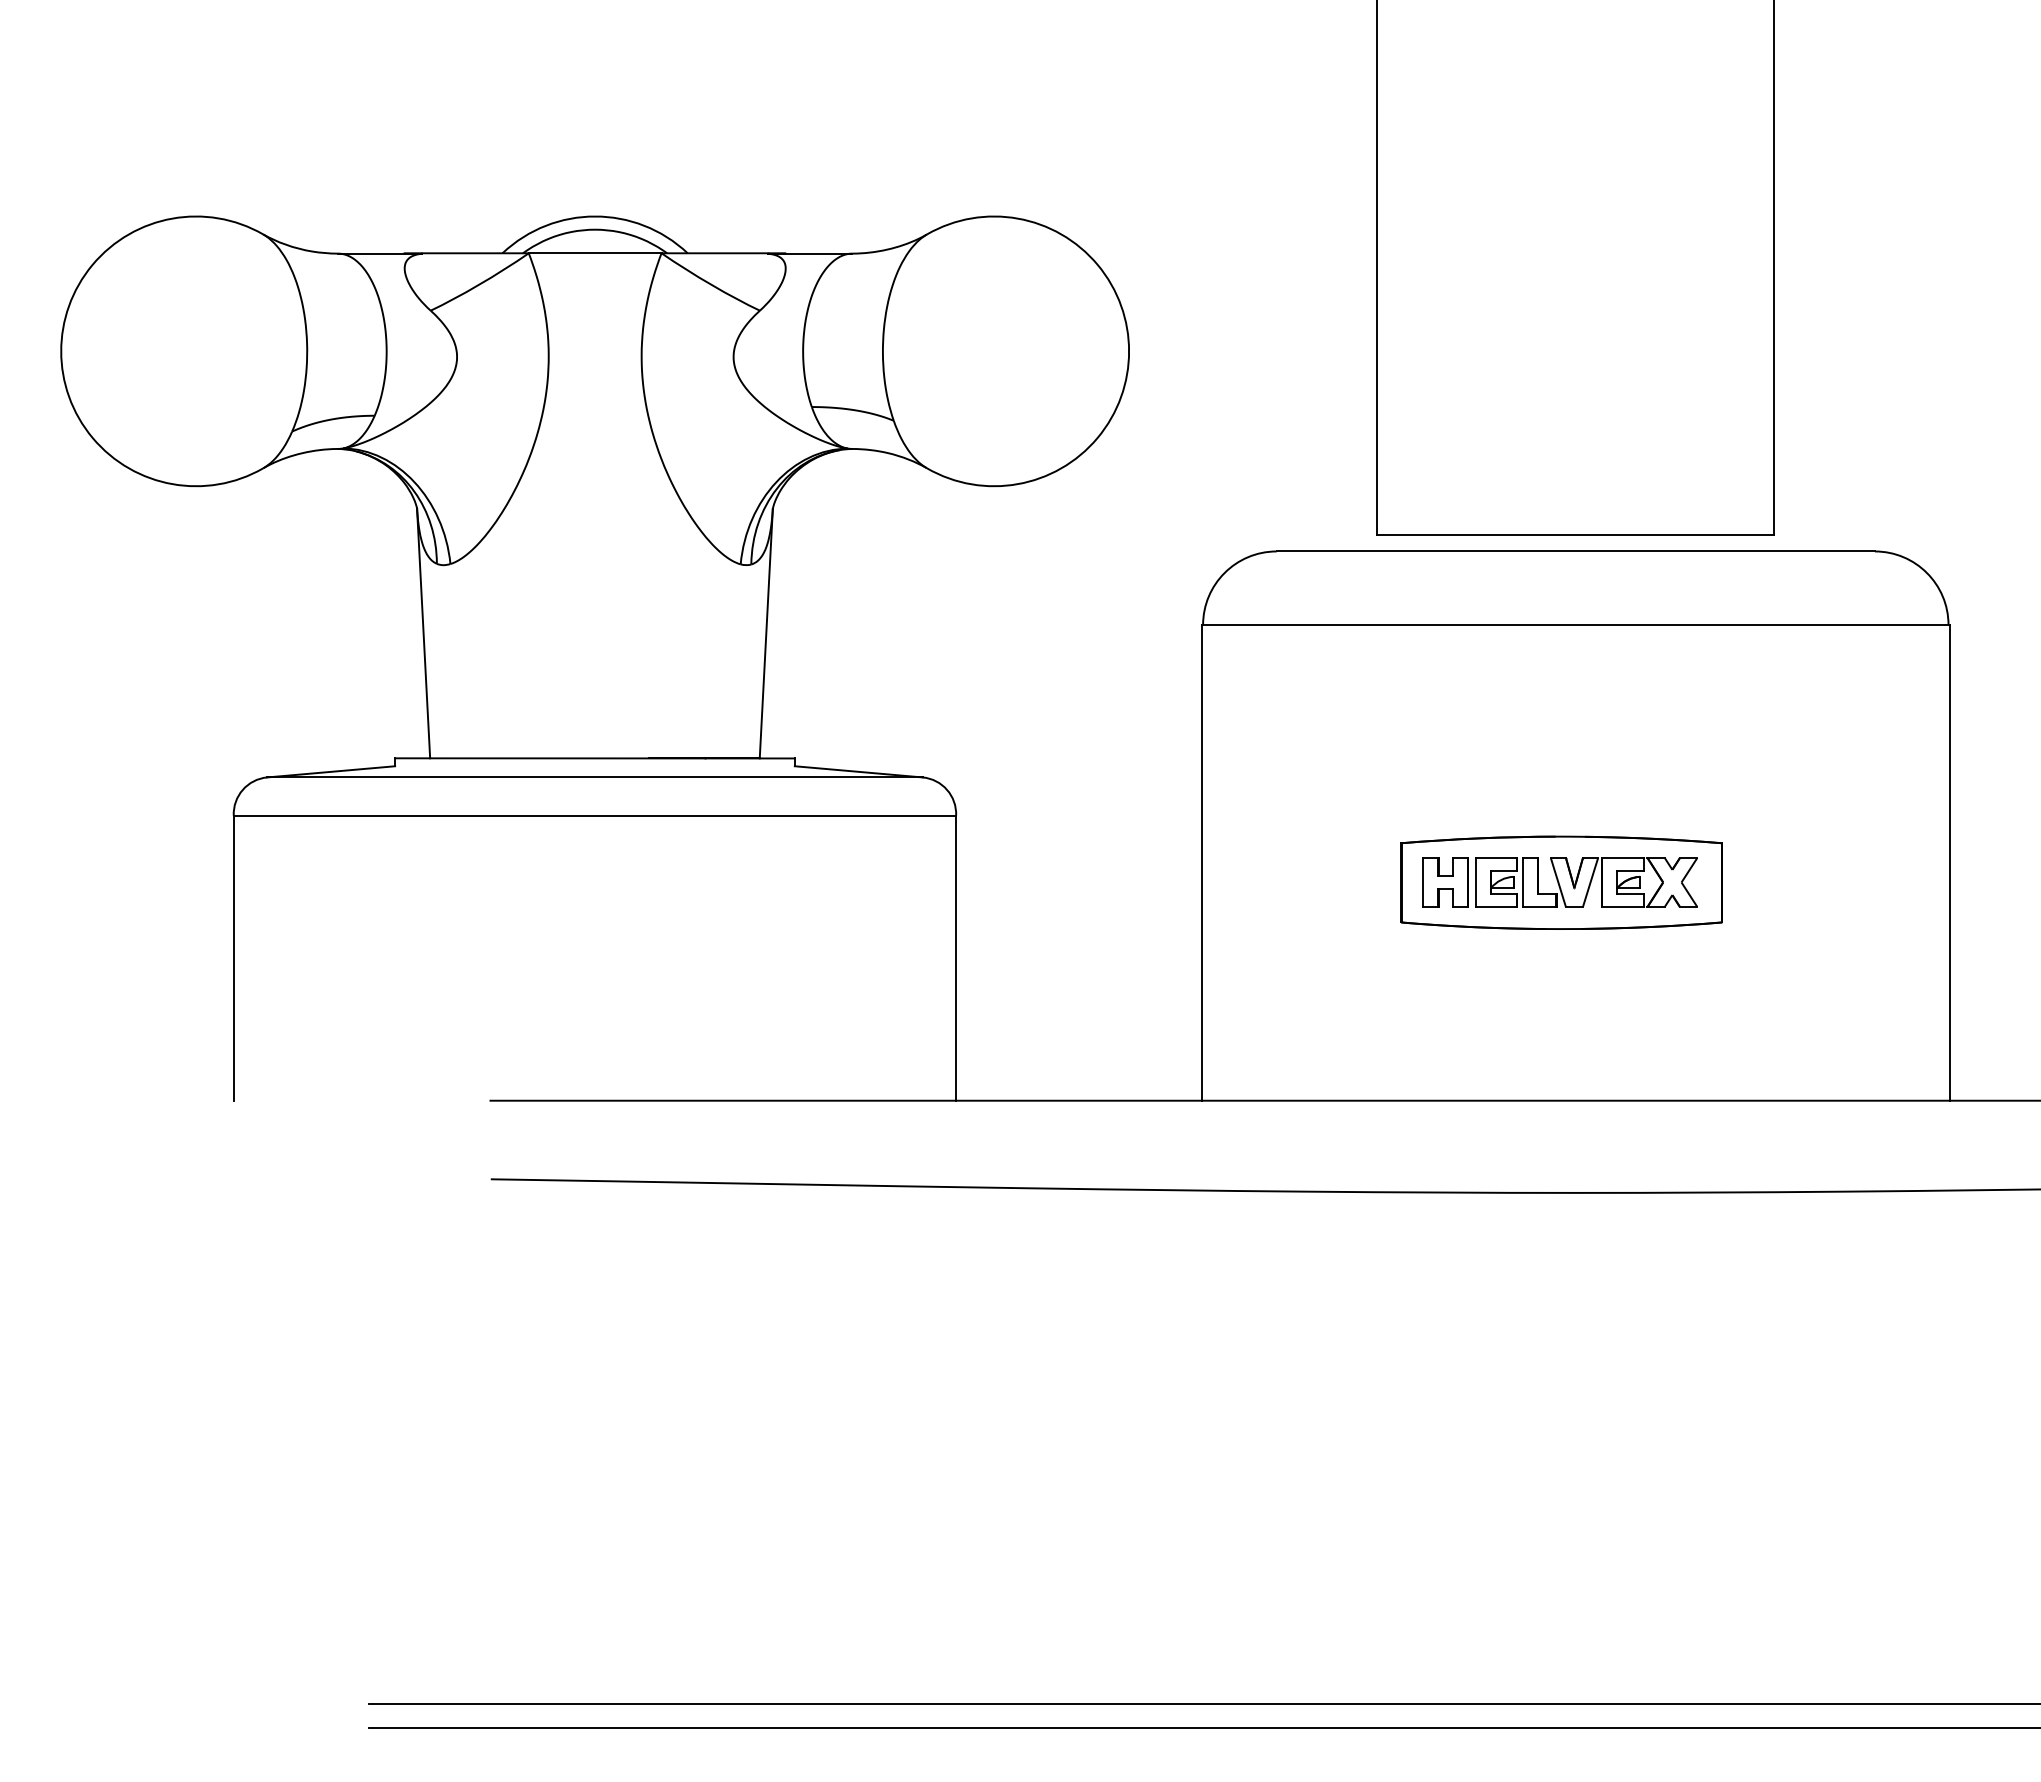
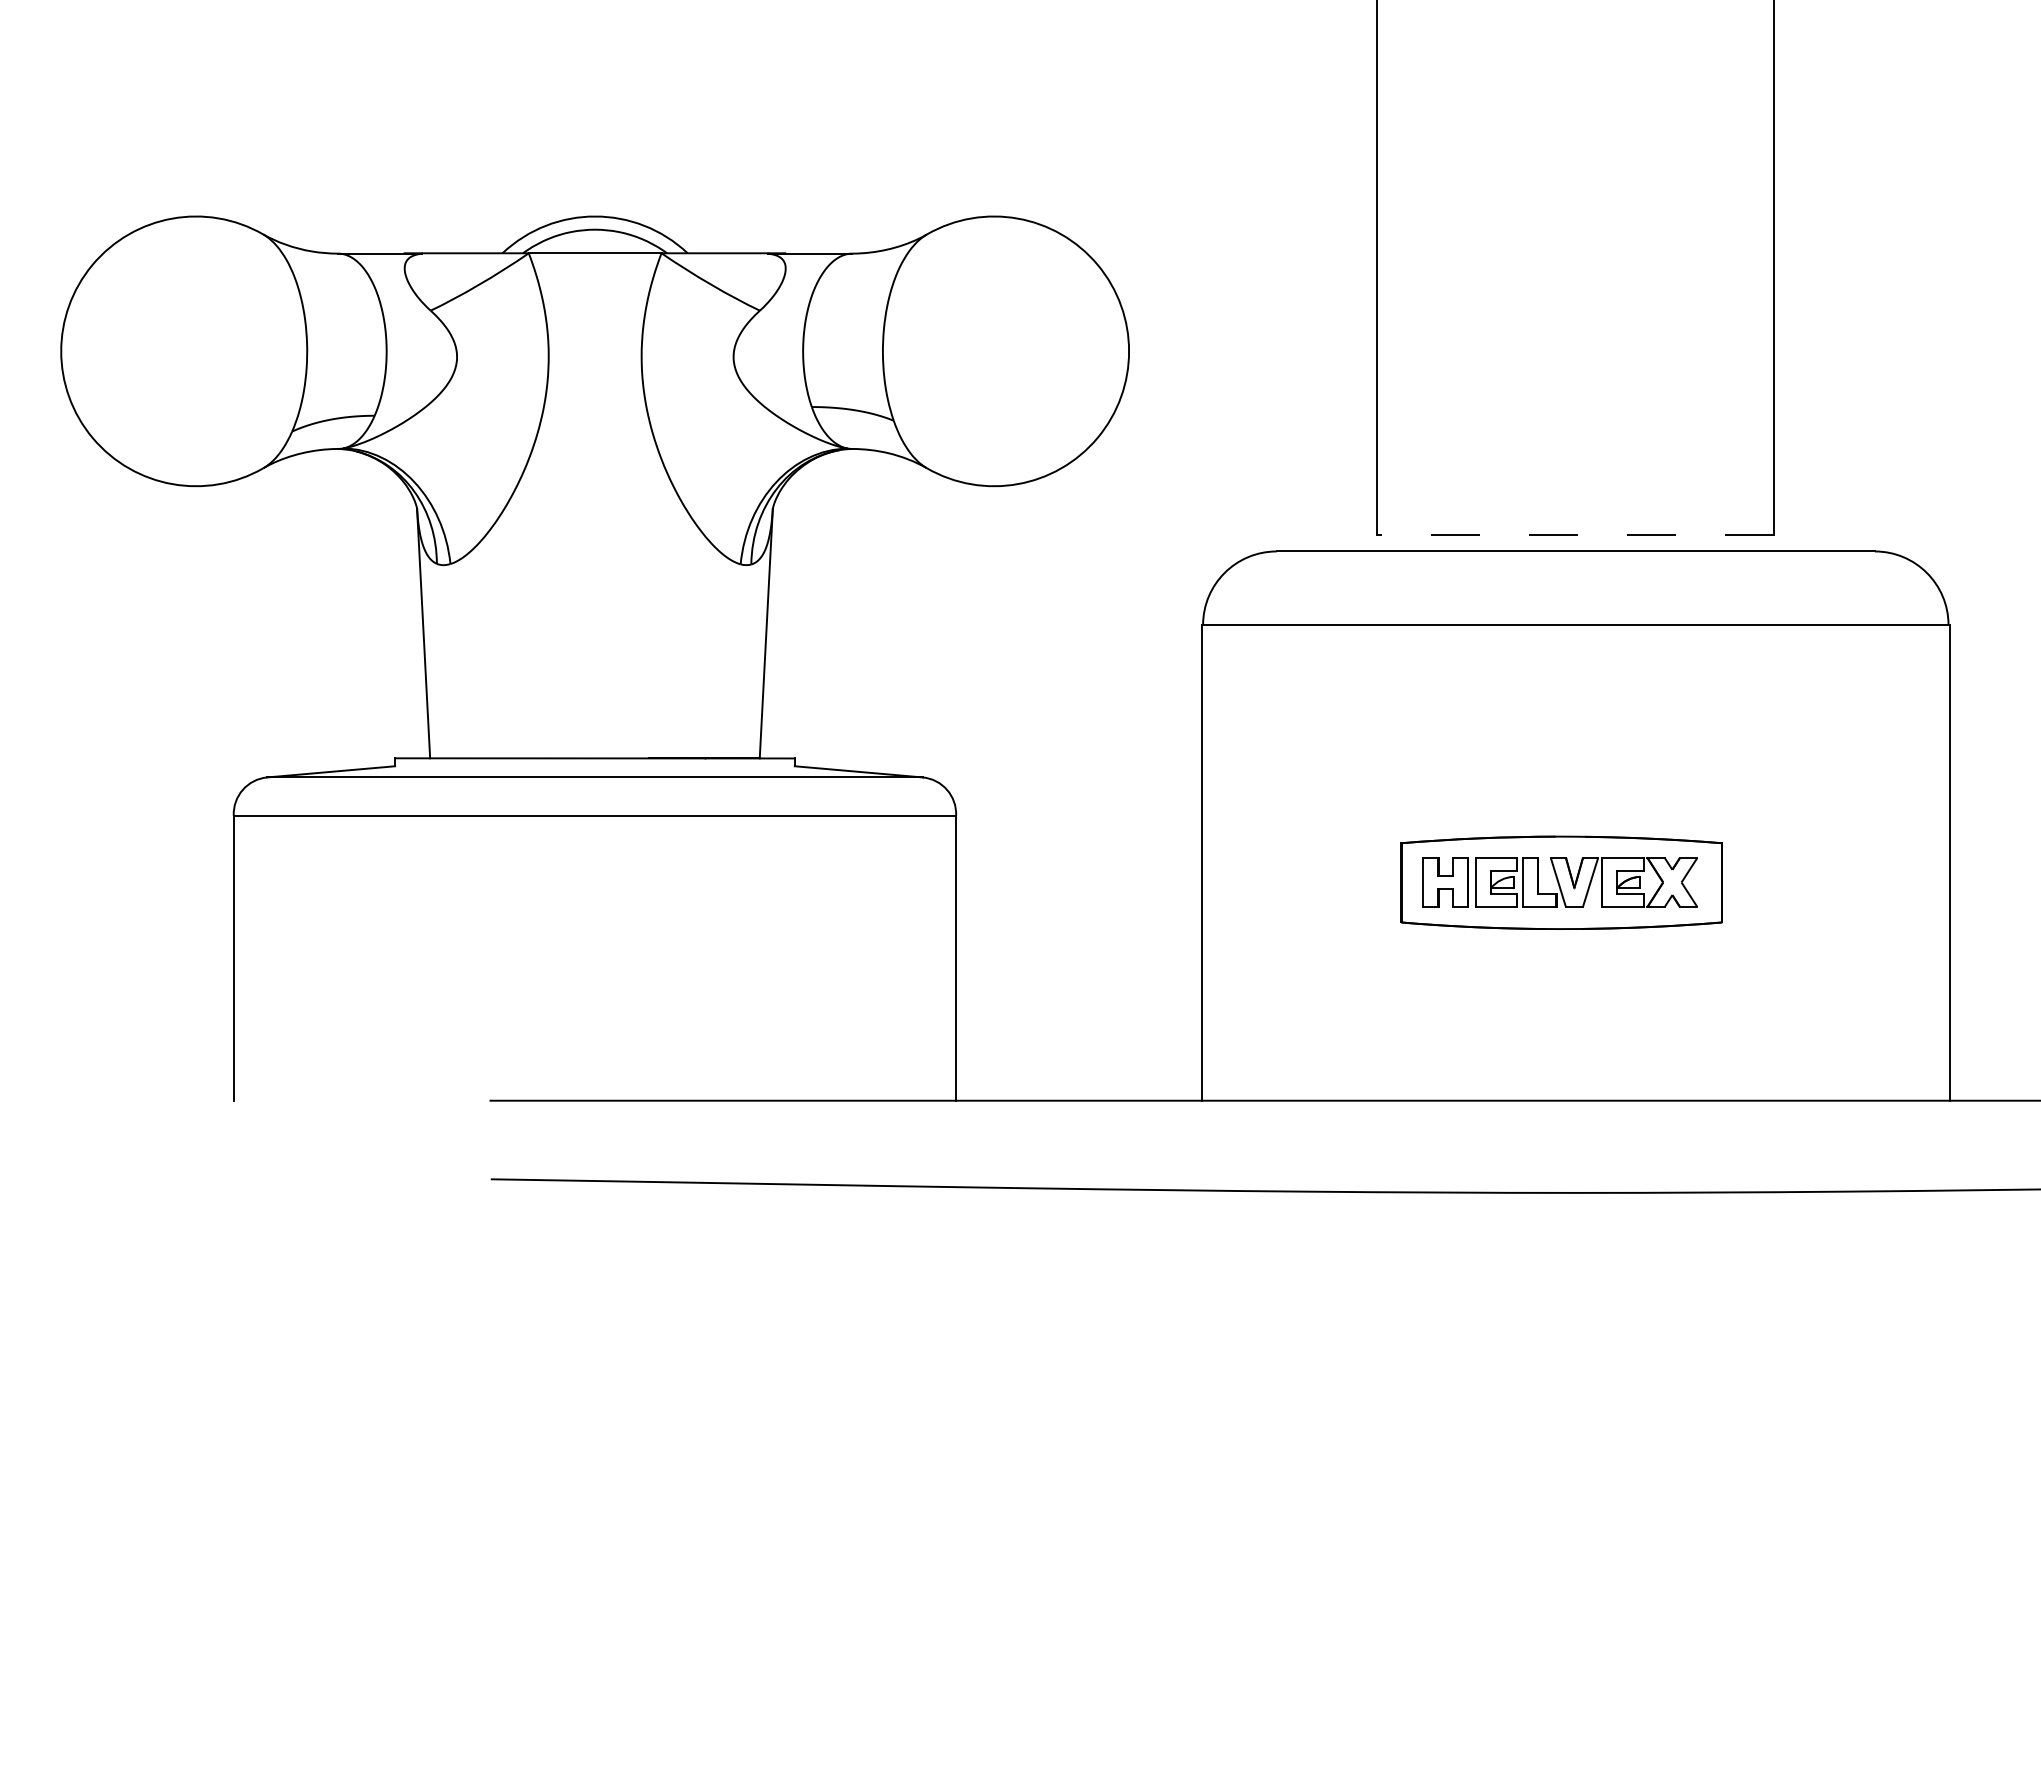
line at (1575, 535): solid -> dashed
line at (1203, 1703): present -> none
line at (1203, 1728): present -> none
